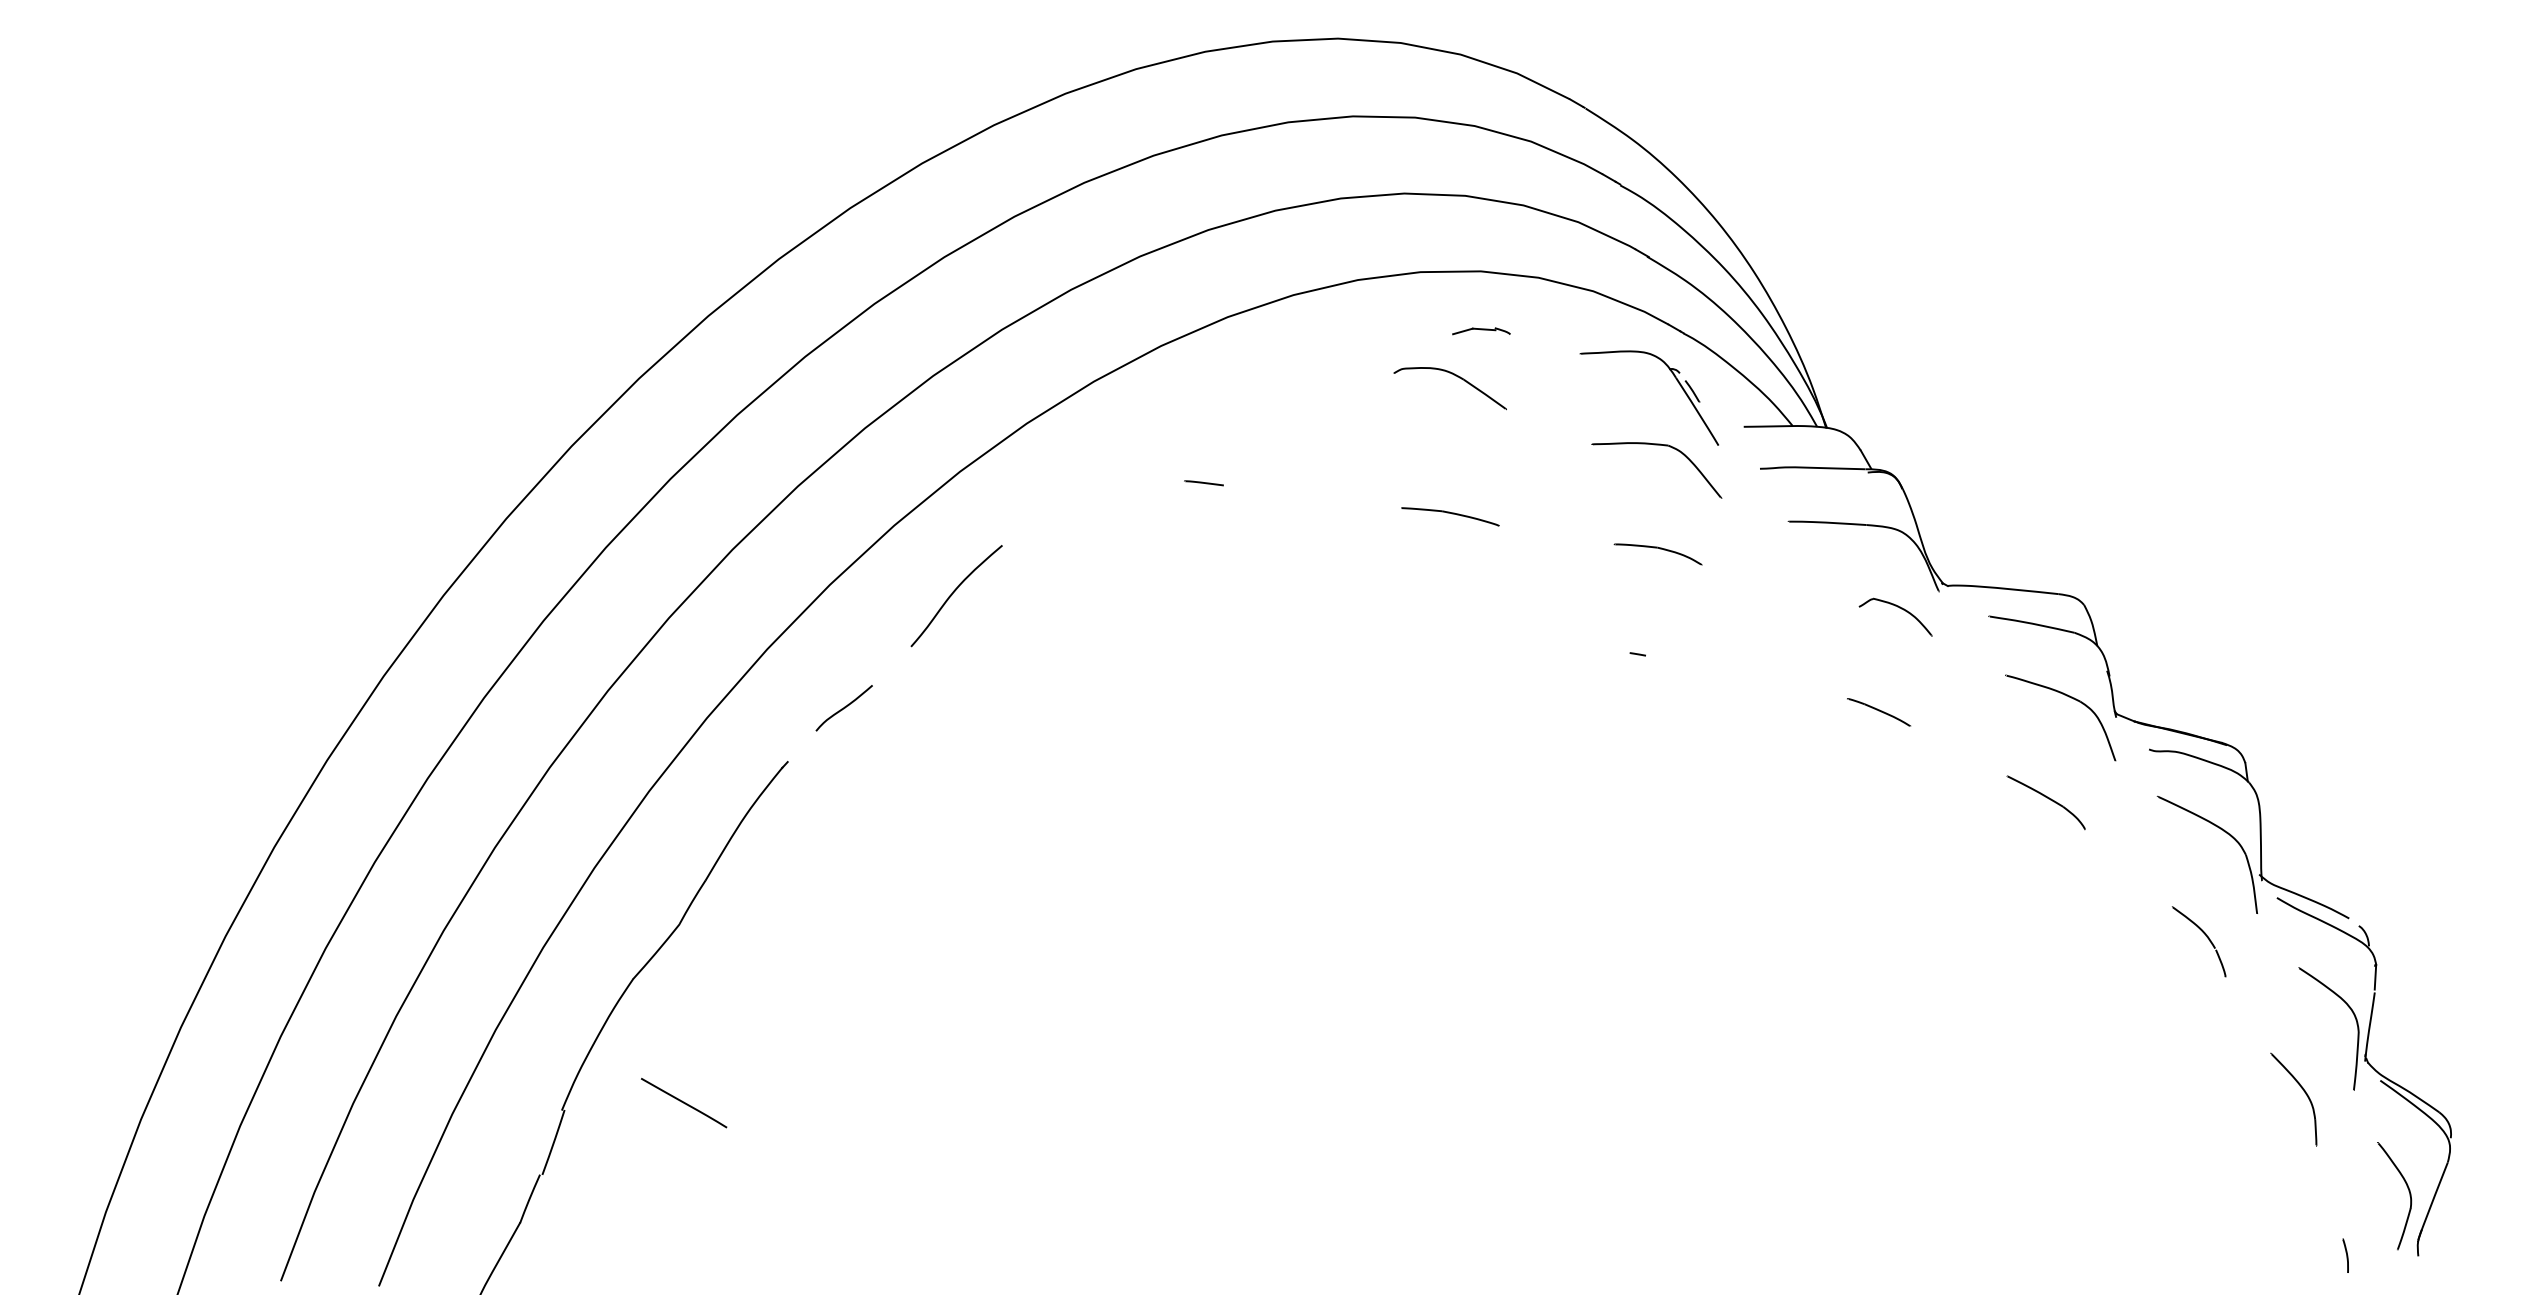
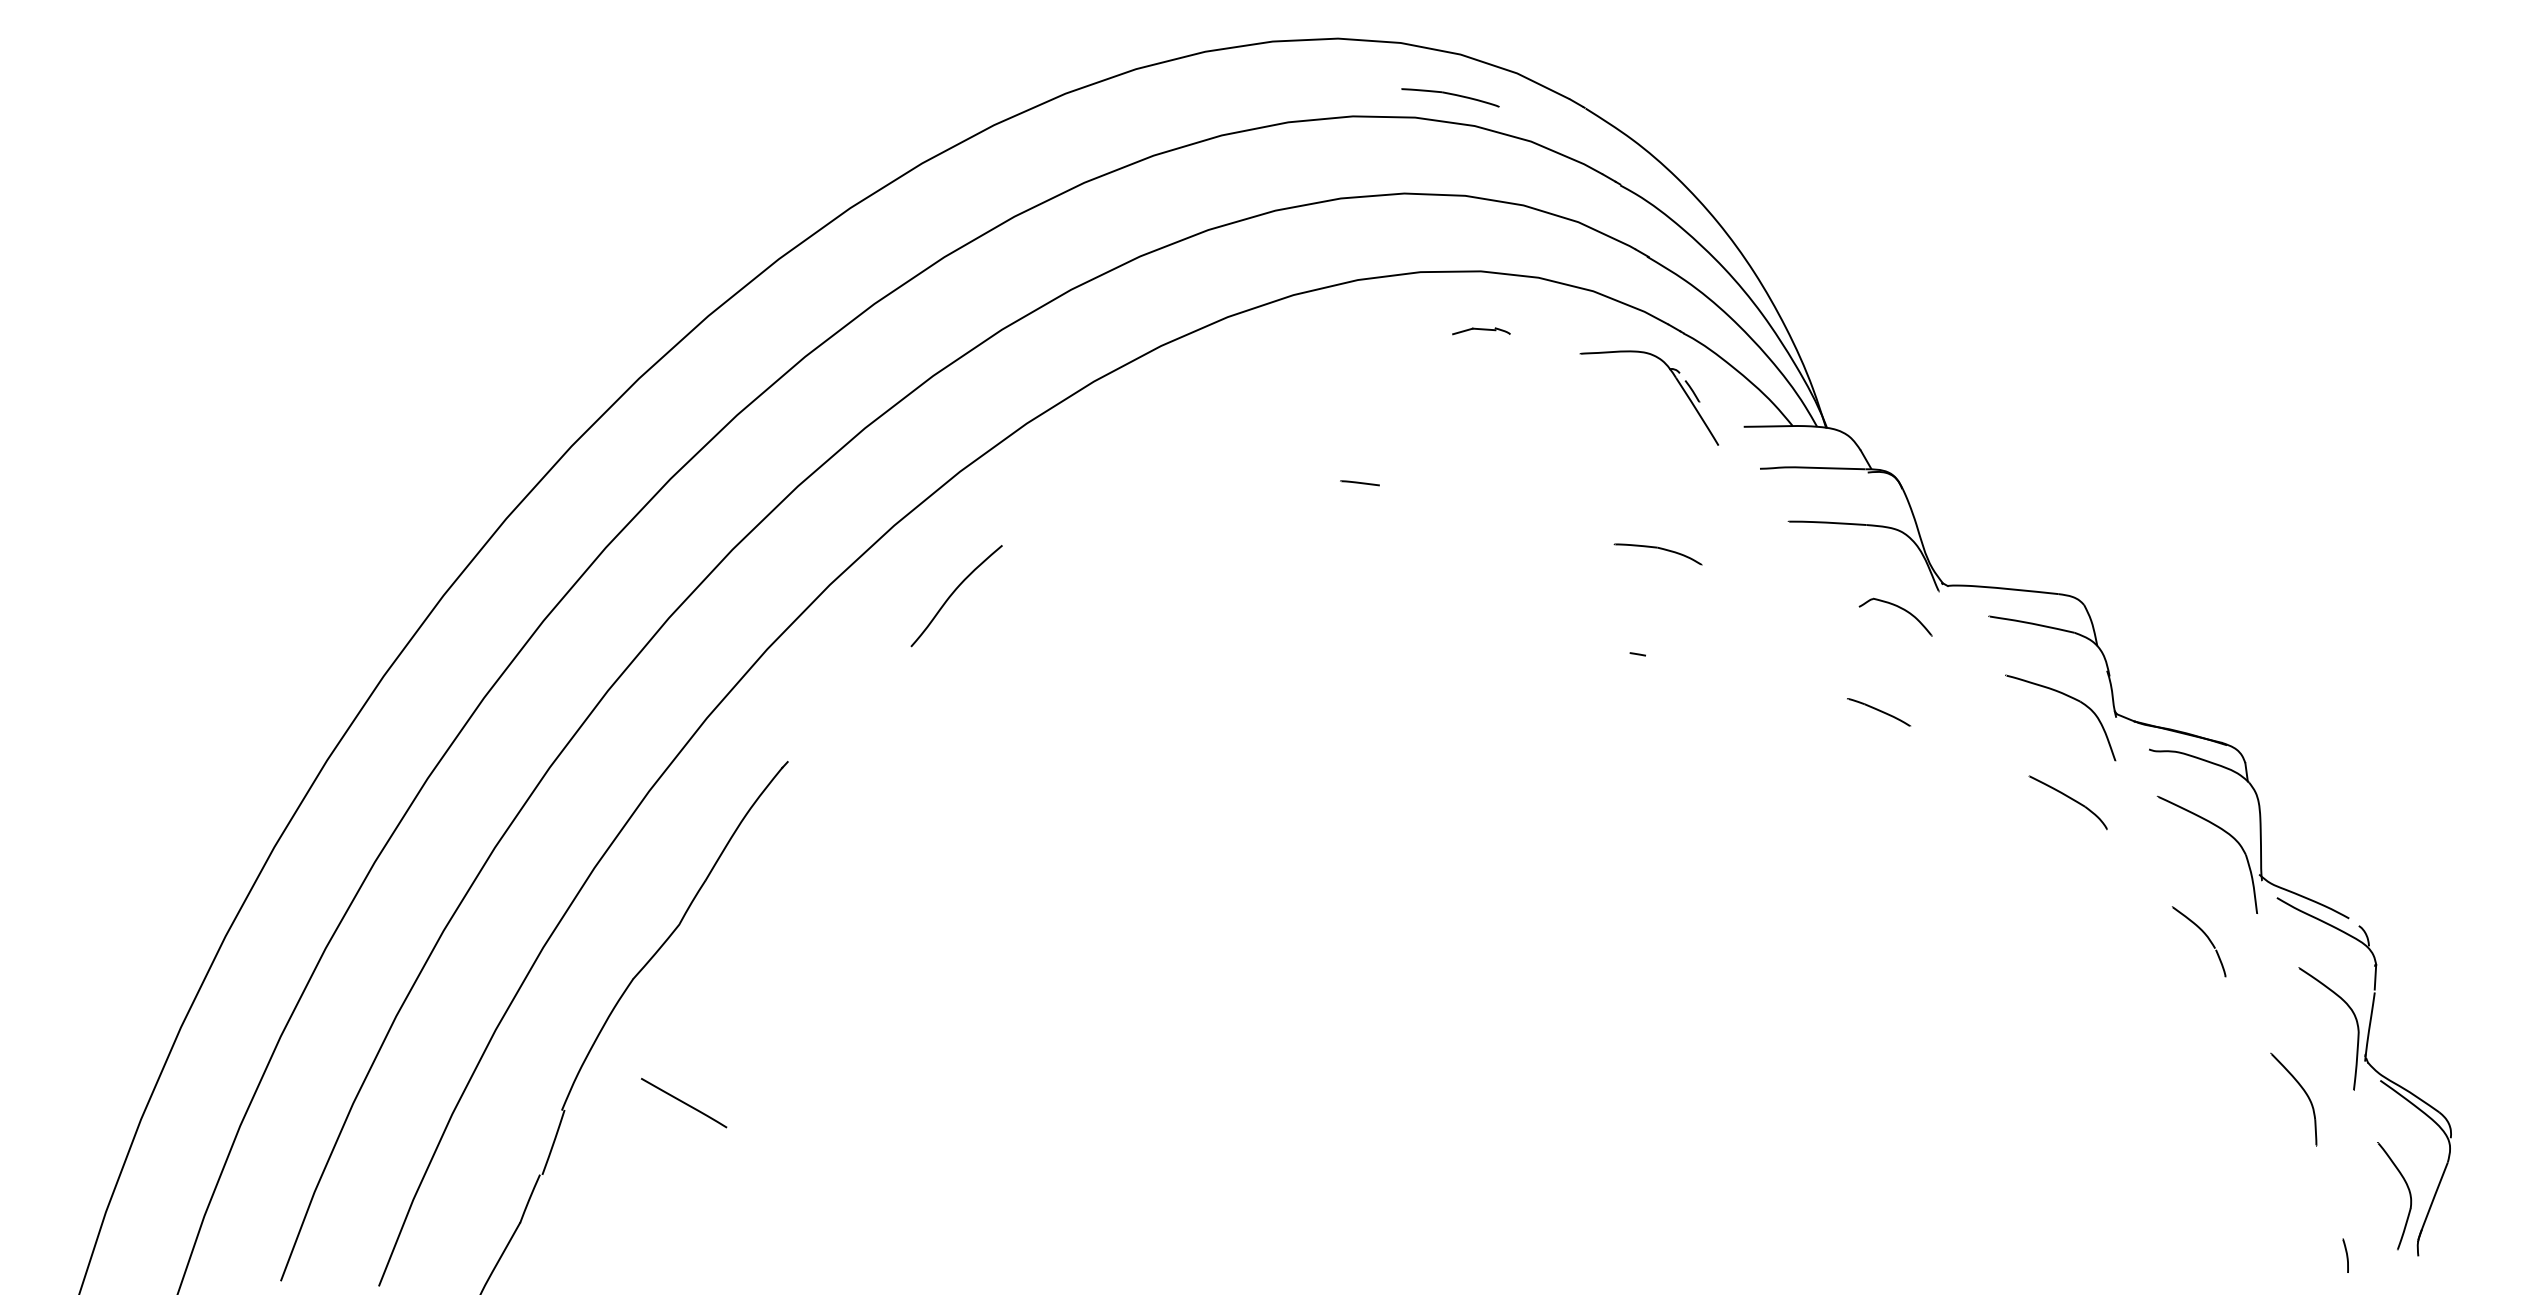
part at (1455, 376): present -> none
part at (1656, 445): present -> none
line at (1203, 483) position: (1203, 483) -> (1359, 483)
part at (1450, 516) position: (1450, 516) -> (1450, 97)
curve at (843, 708): present -> none
part at (2045, 802) position: (2045, 802) -> (2067, 802)
